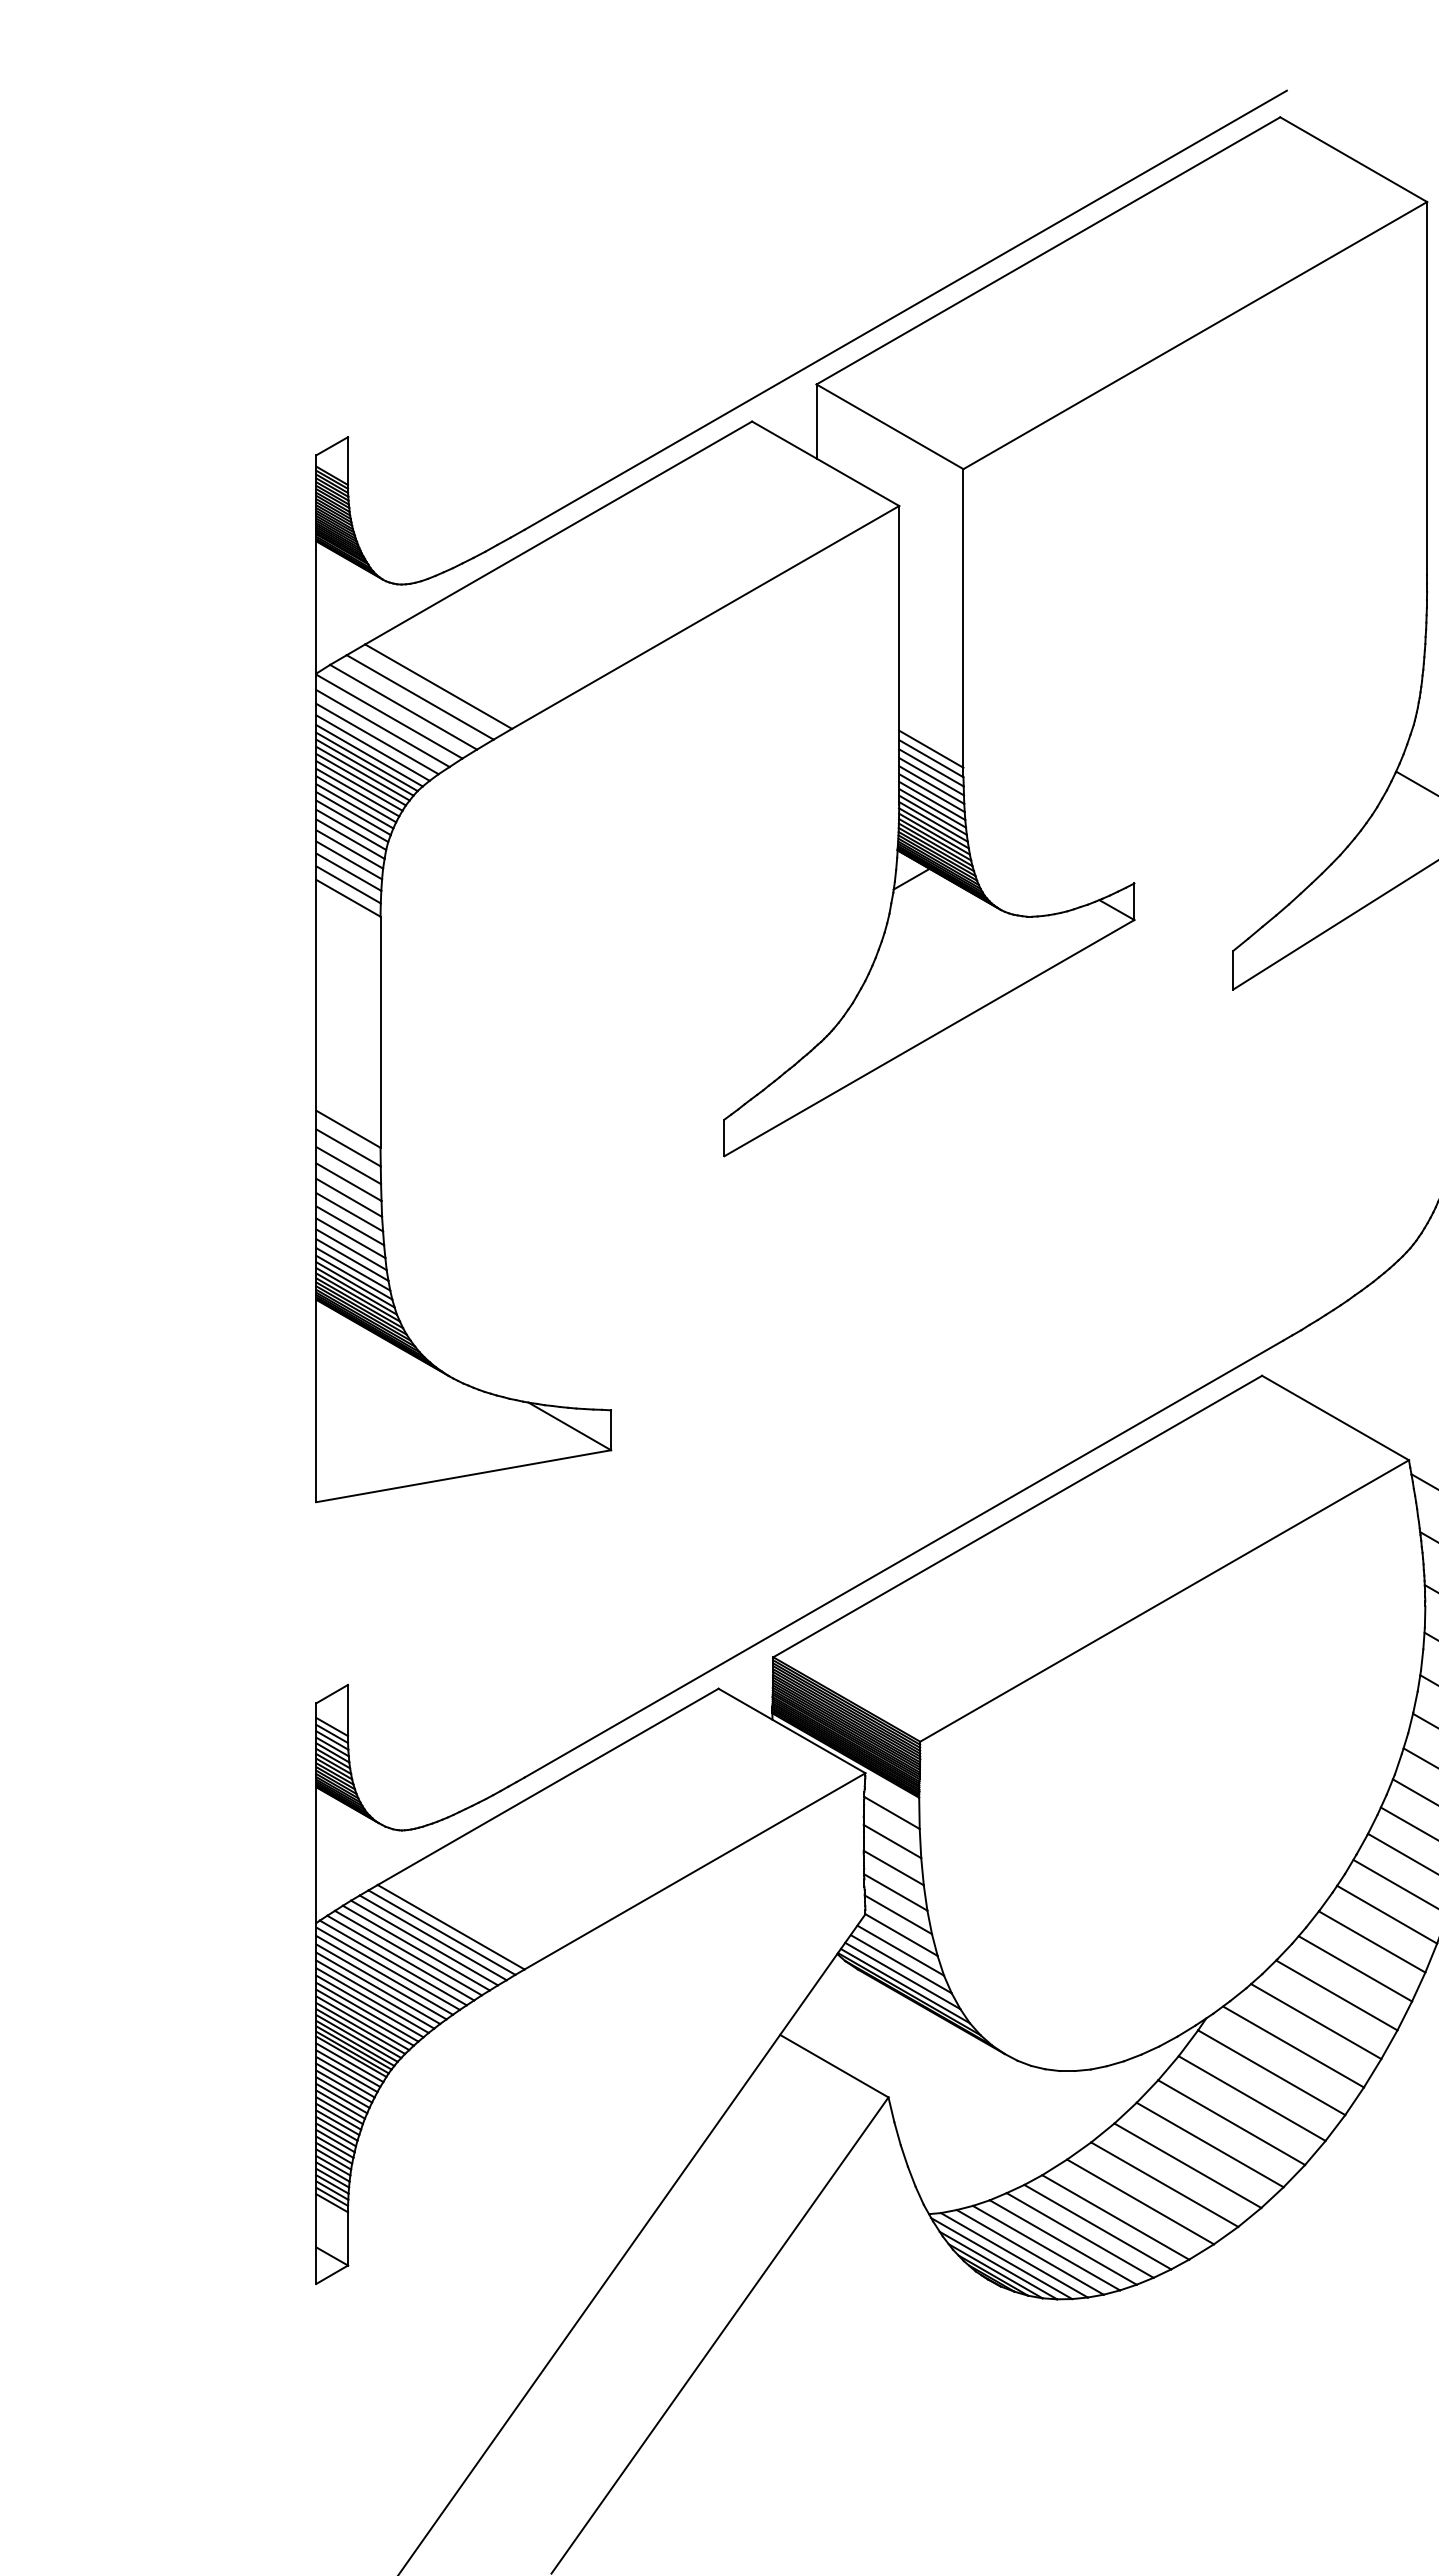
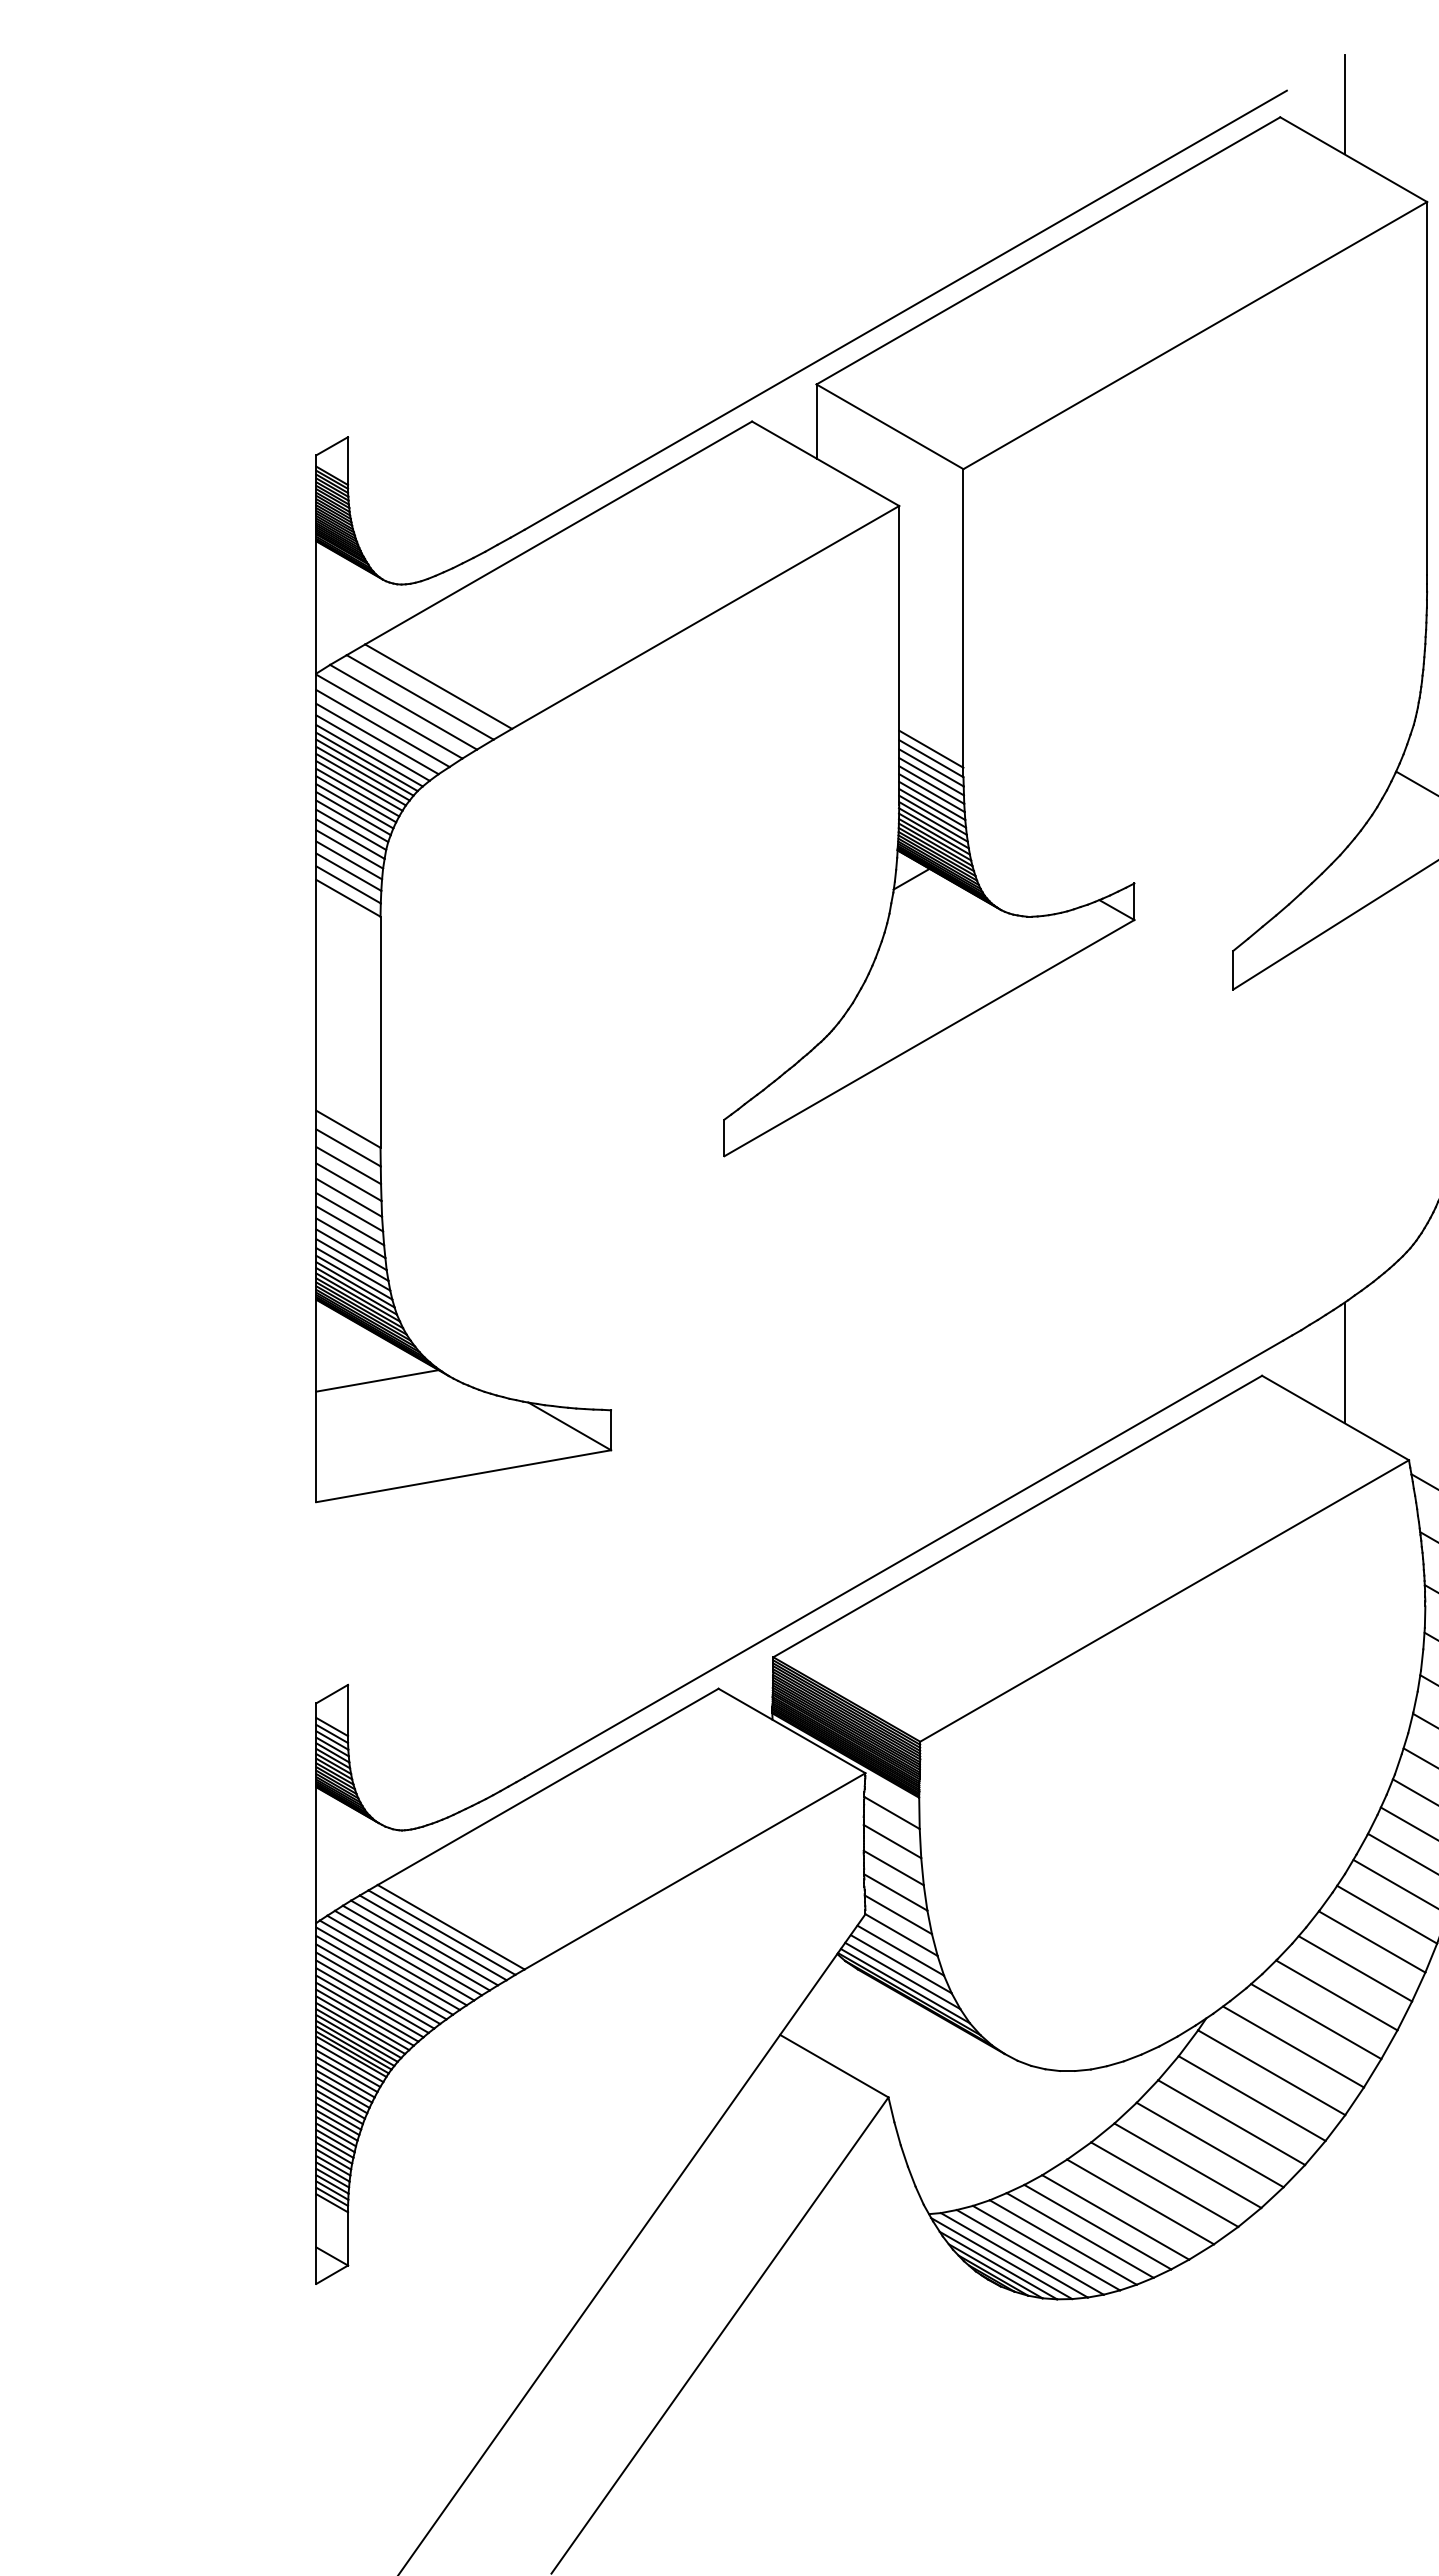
line at (1344, 104): none -> present
line at (1344, 1362): none -> present
line at (377, 1380): none -> present
